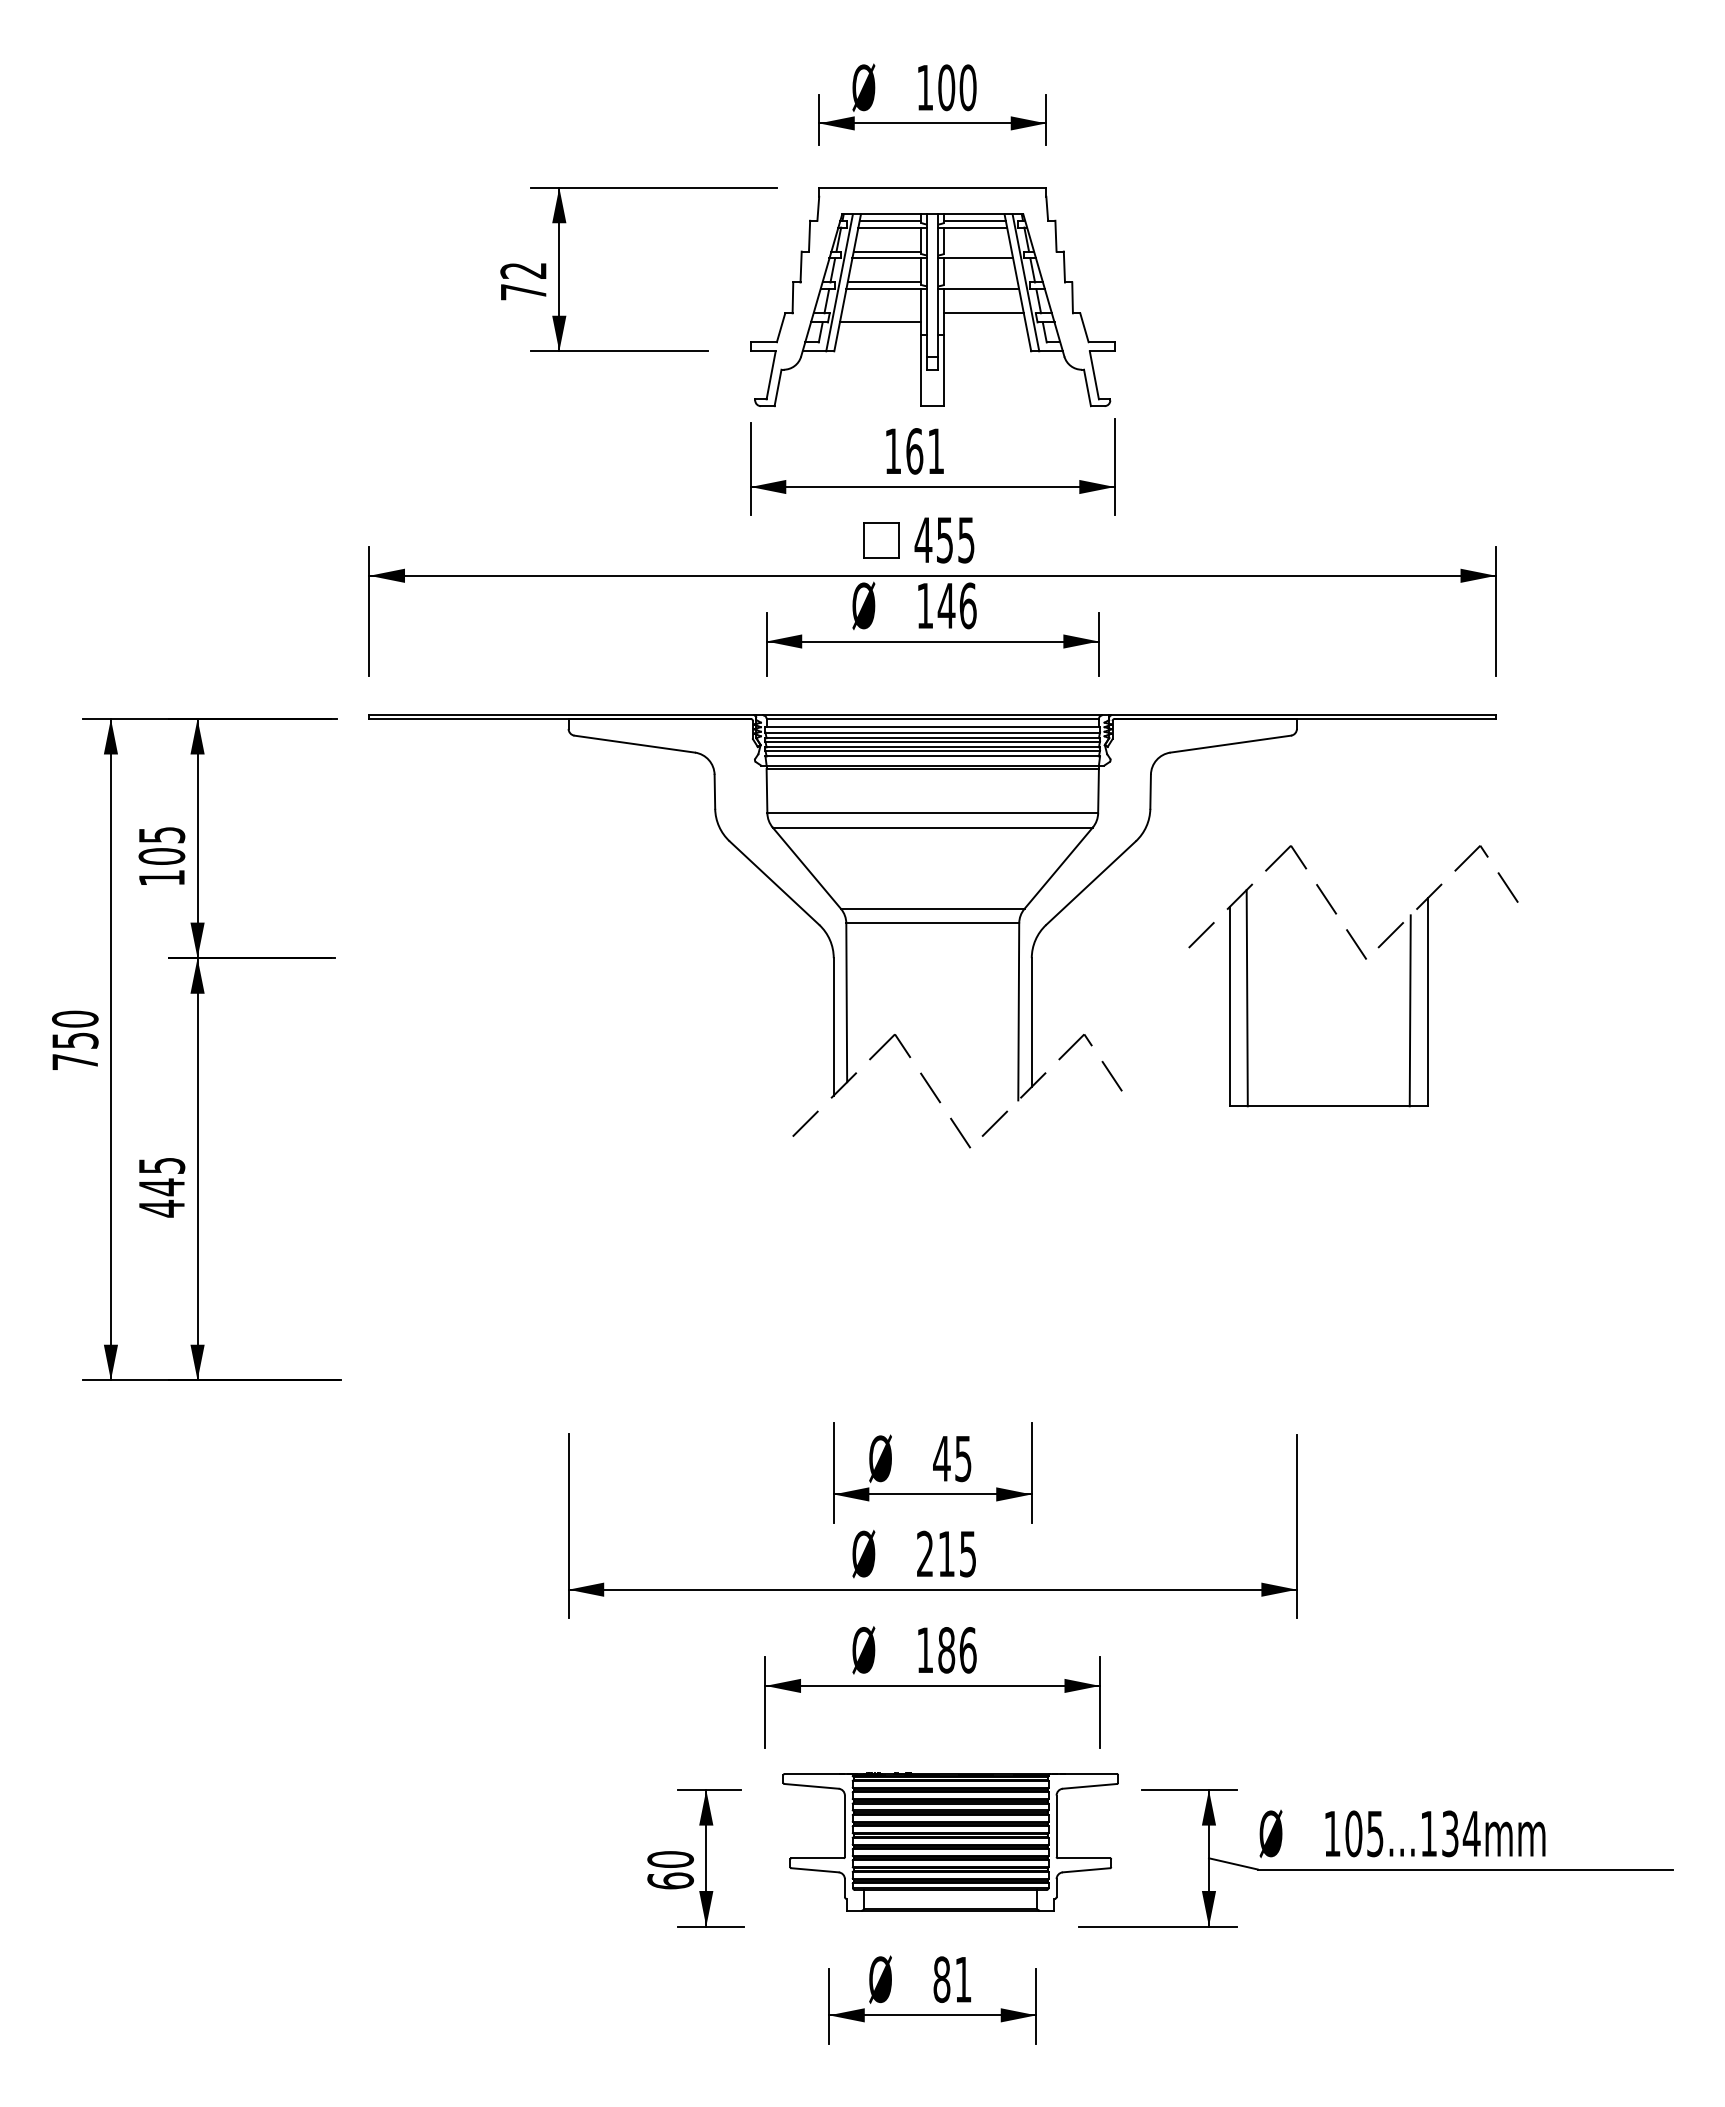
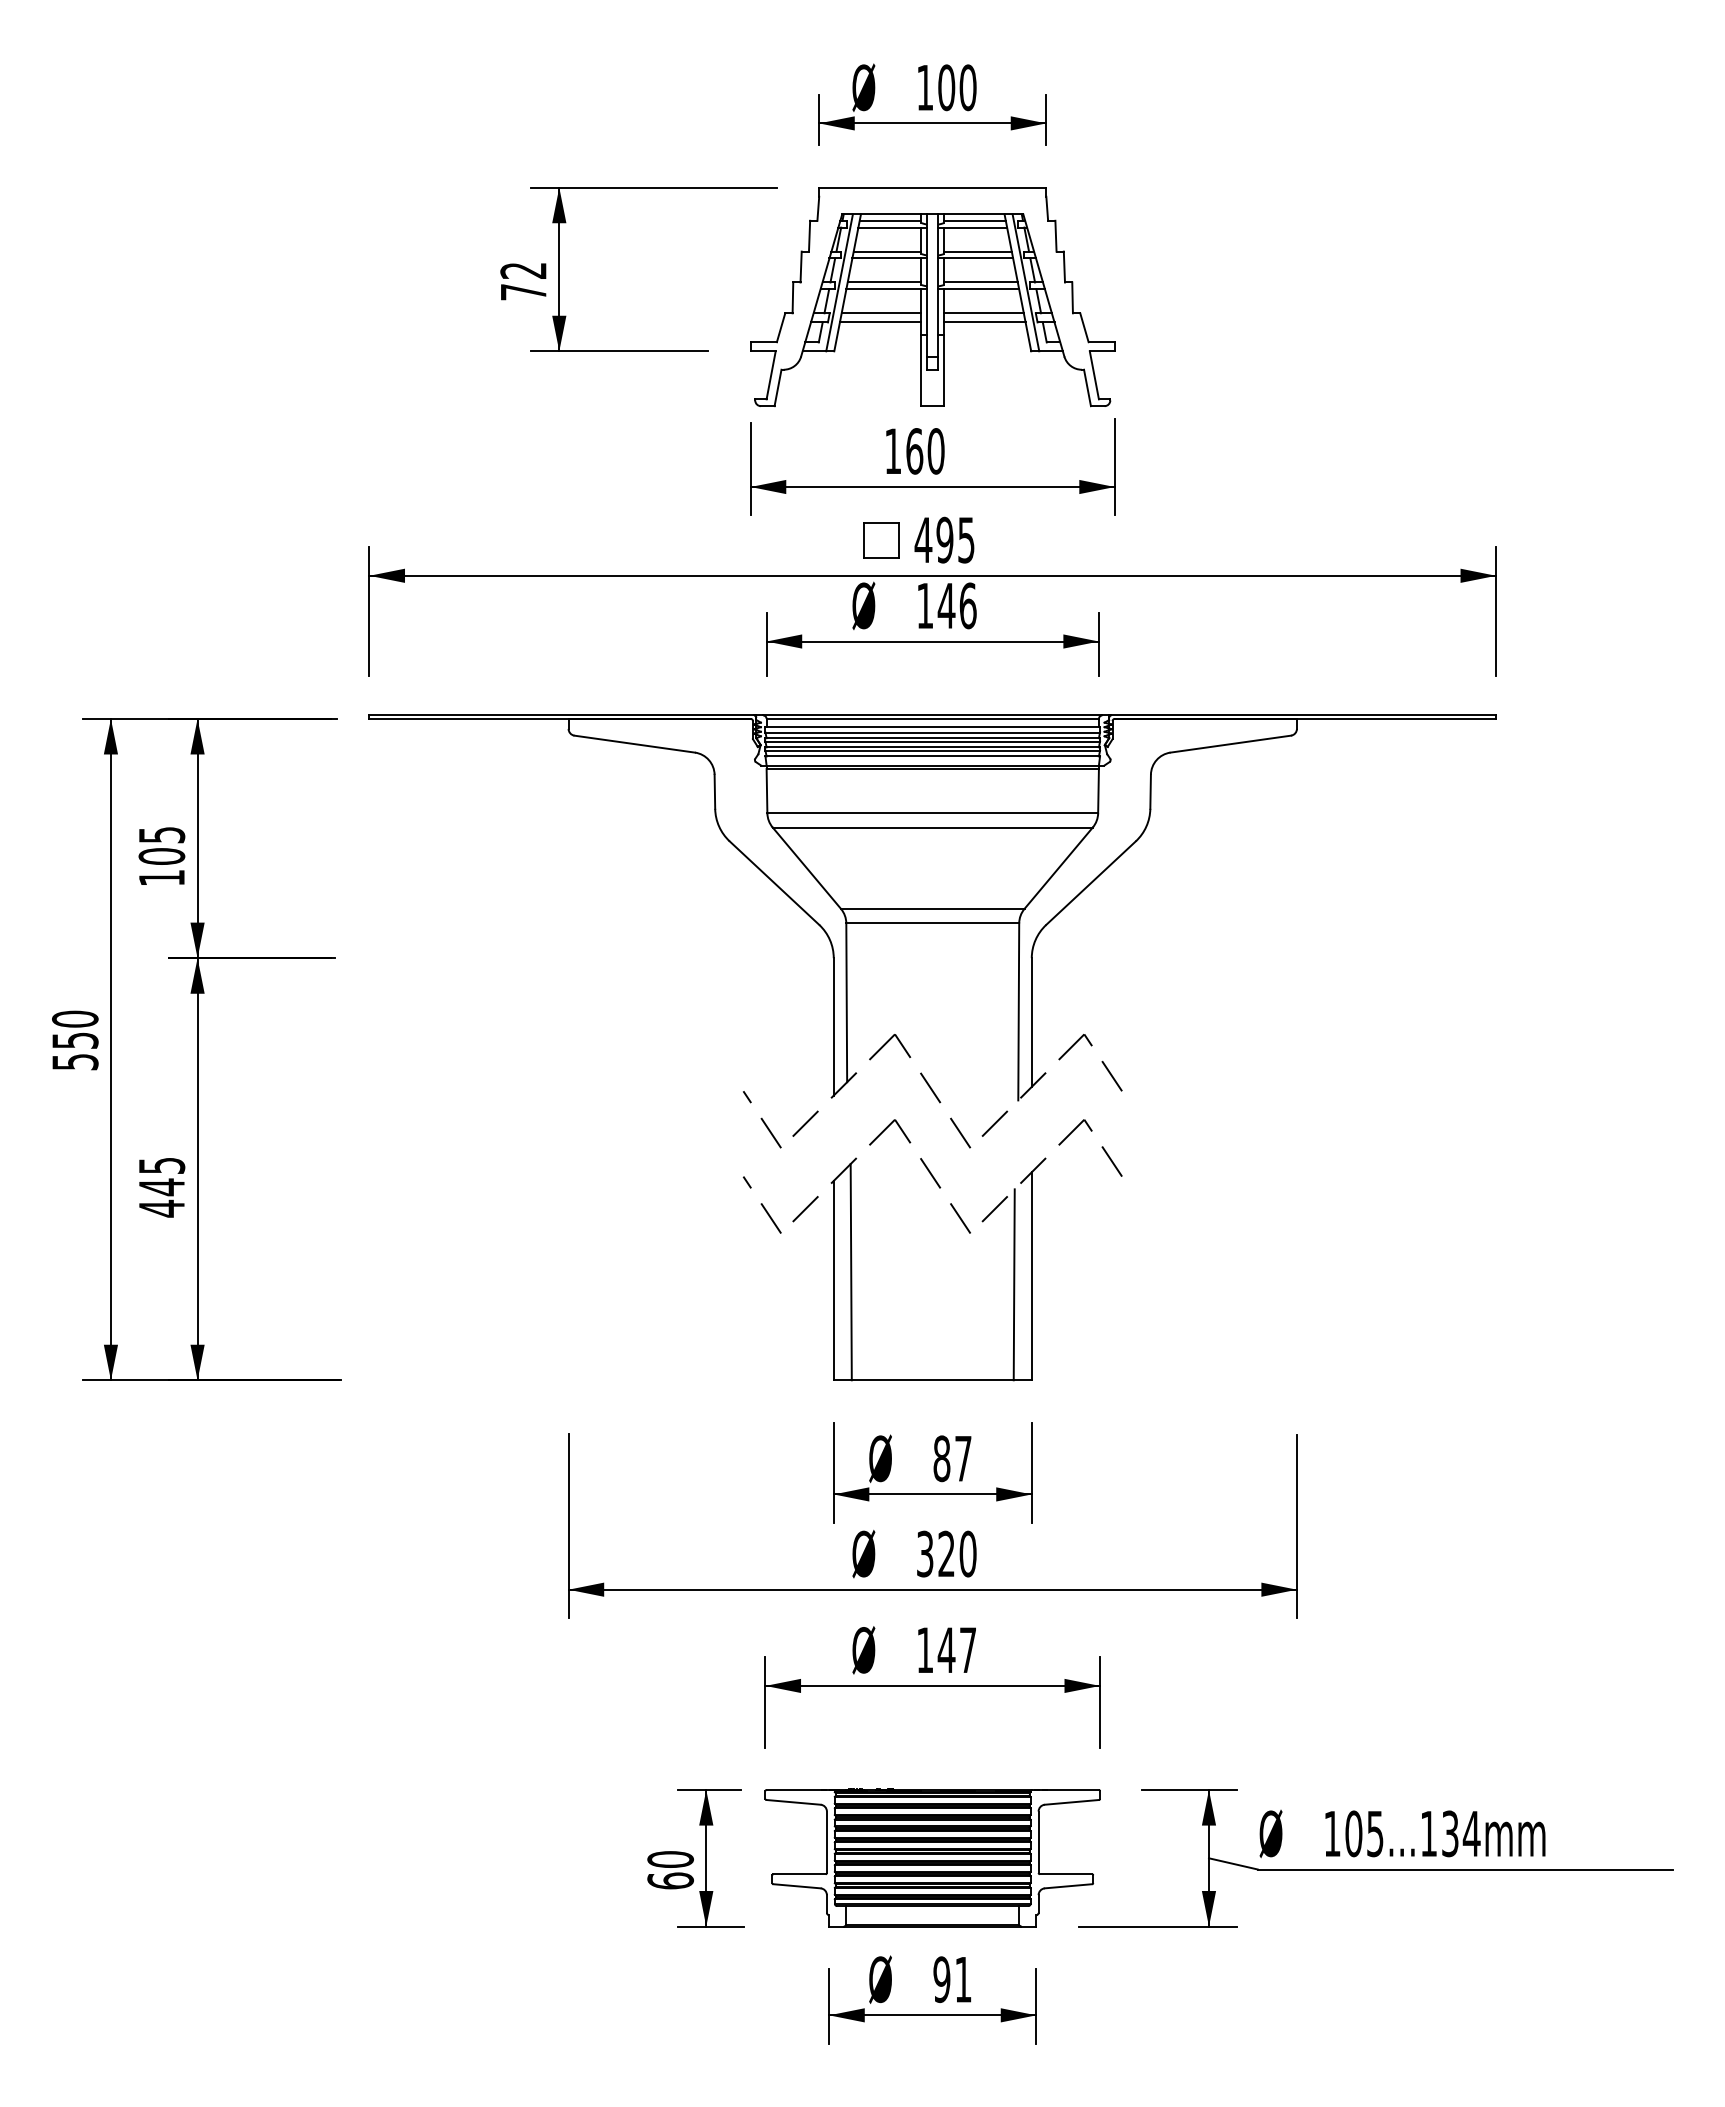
line at (977, 251): none -> present
line at (980, 282): none -> present
line at (881, 313): none -> present
line at (984, 322): none -> present
text at (935, 451): 161 -> 160
text at (944, 539): 455 -> 495
part at (1365, 959) position: (1365, 959) -> (969, 1233)
text at (75, 1062): 750 -> 550
line at (762, 1119): none -> present
line at (761, 1204): none -> present
text at (952, 1458): 45 -> 87
text at (946, 1553): 215 -> 320
text at (956, 1650): 186 -> 147
part at (950, 1841) position: (950, 1841) -> (932, 1857)
text at (941, 1979): 81 -> 91
